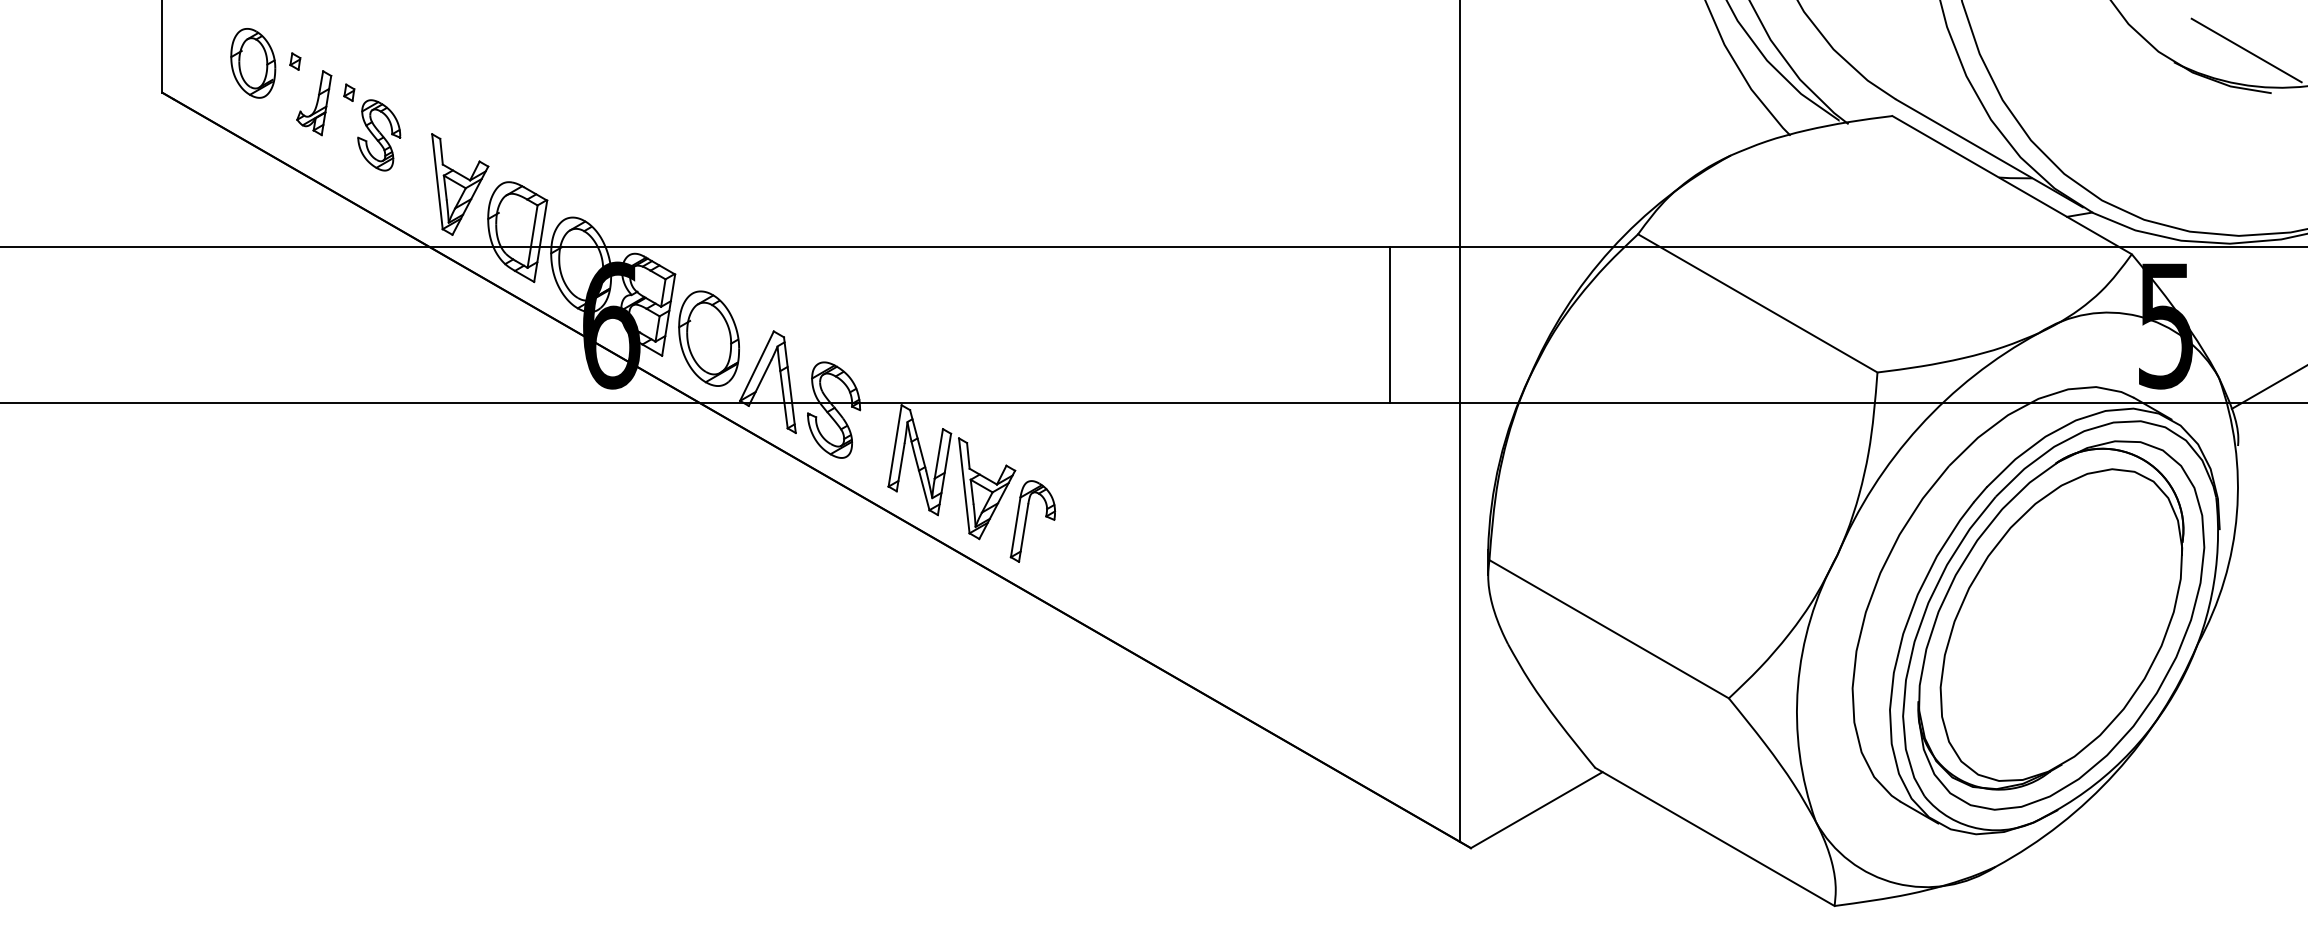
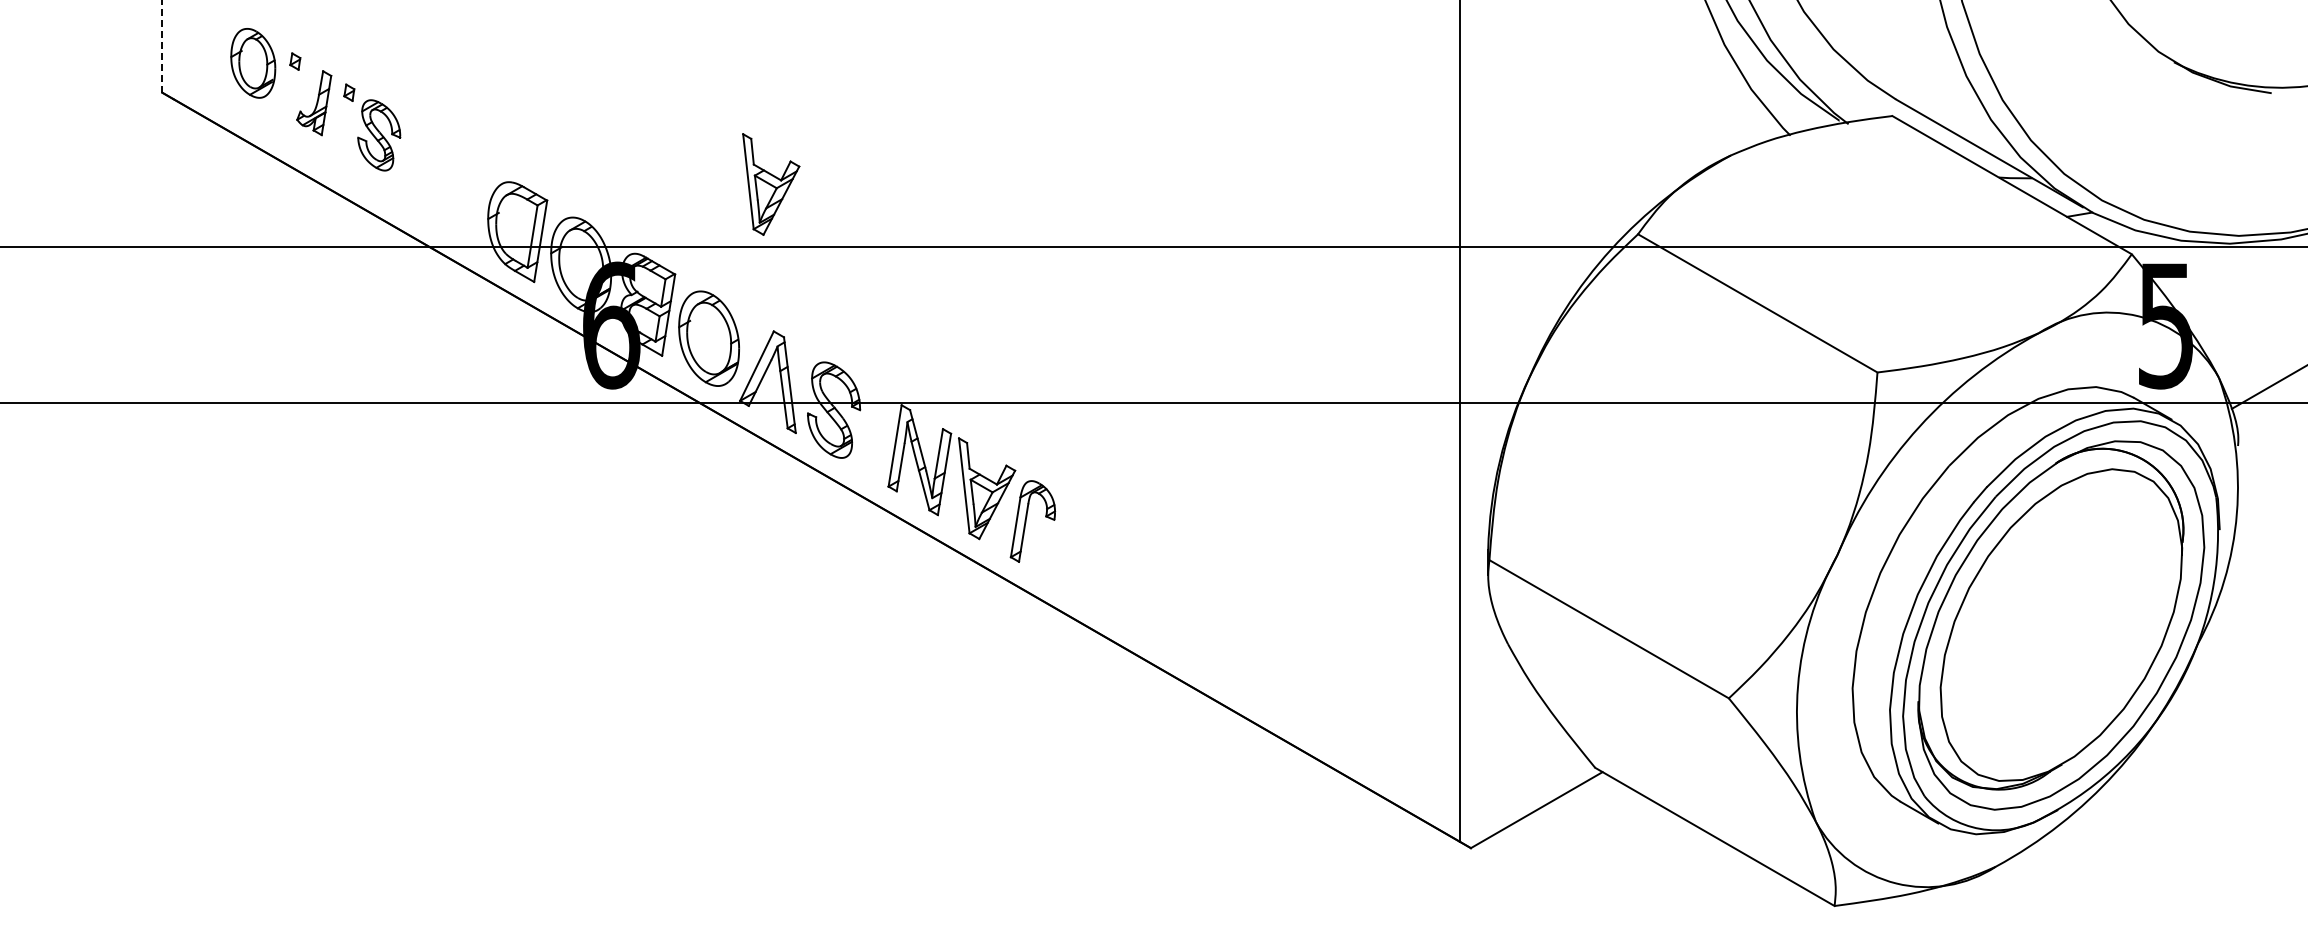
line at (162, 46): solid -> dashed
line at (2246, 50): present -> none
part at (460, 184) position: (460, 184) -> (771, 184)
line at (1390, 324): present -> none
